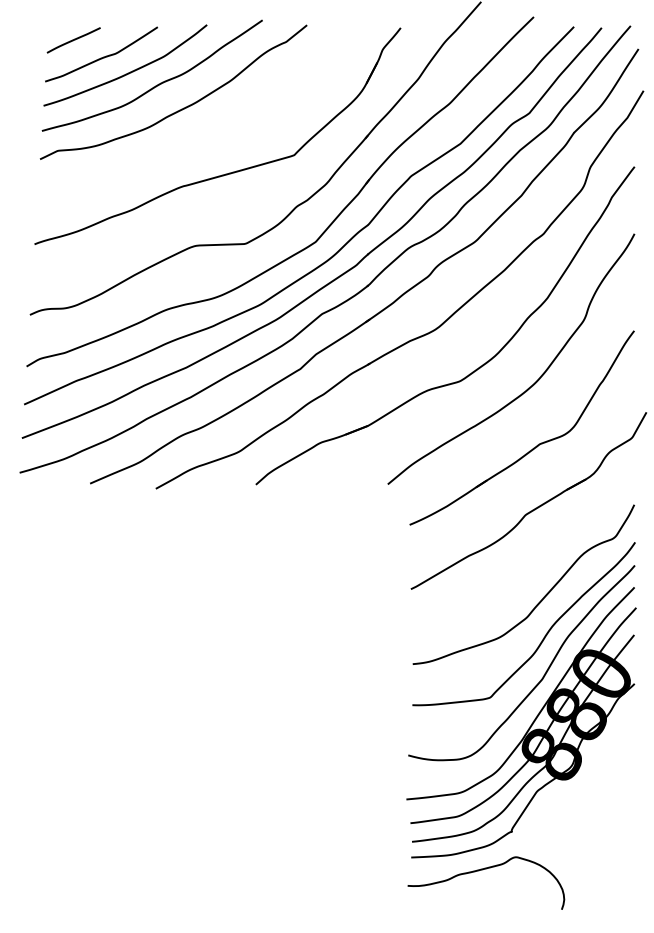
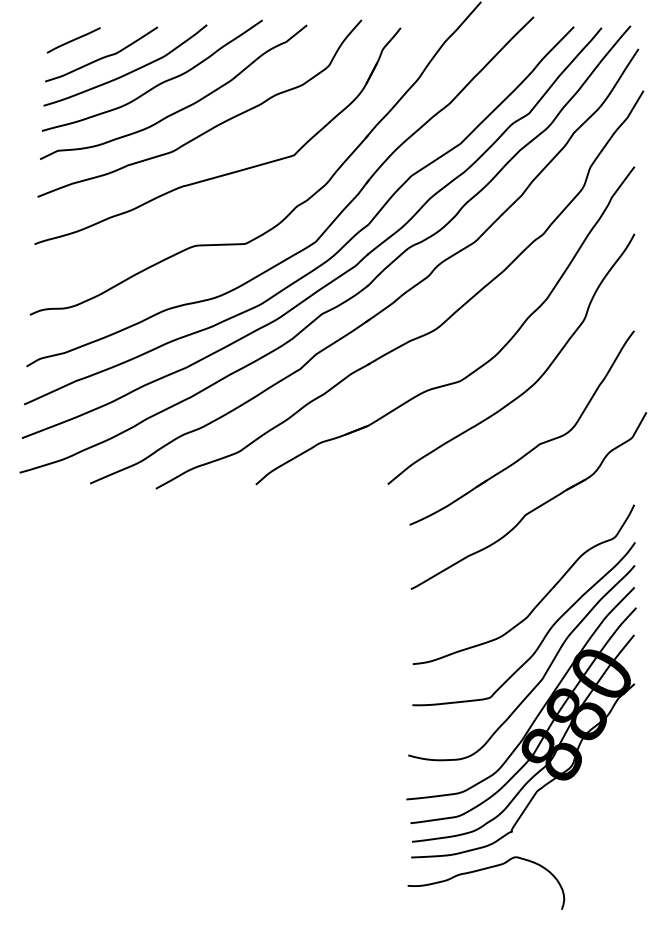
curve at (213, 126): none -> present
